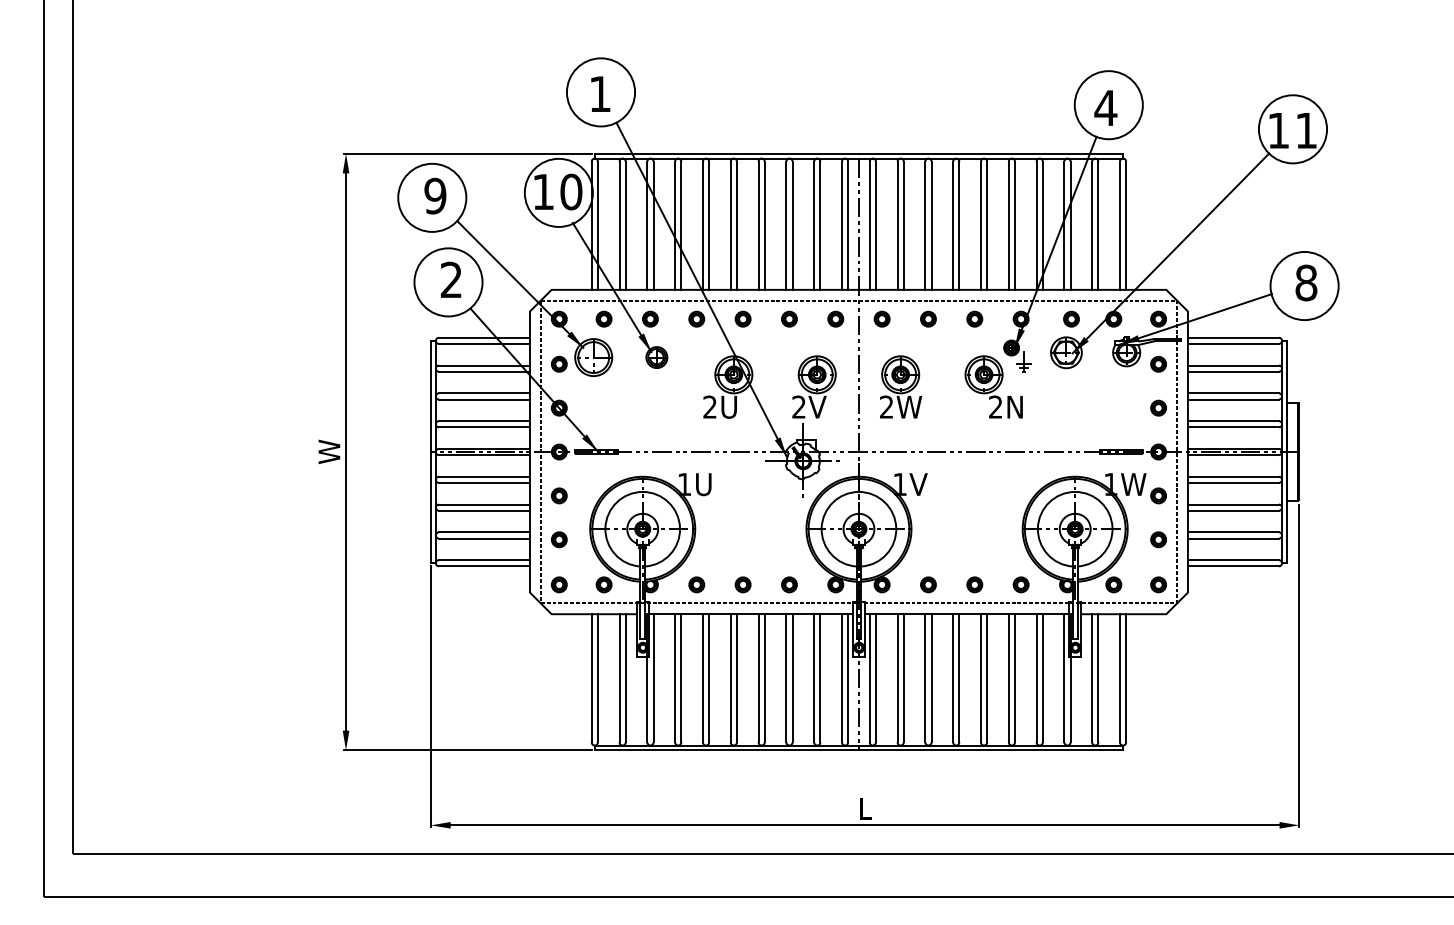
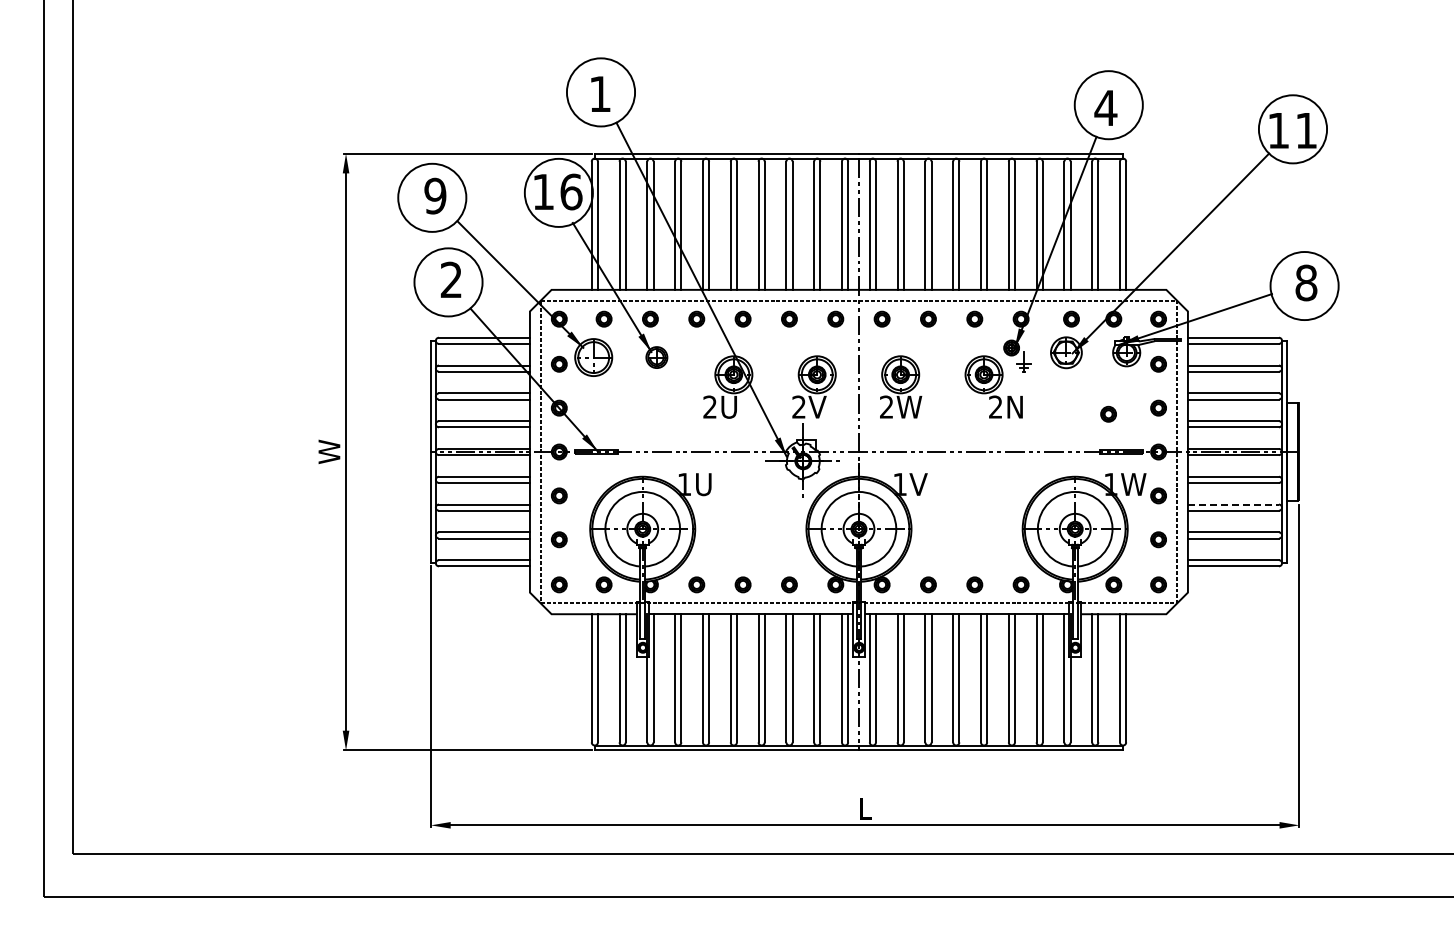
text at (571, 191): 10 -> 16
part at (1108, 413): none -> present
line at (1233, 504): solid -> dashed
